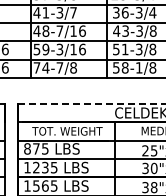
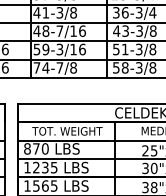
text at (73, 12): 41-3/7 -> 41-3/8
text at (138, 67): 58-1/8 -> 58-3/8
line at (91, 103): dashed -> solid
text at (44, 148): 875 -> 870
